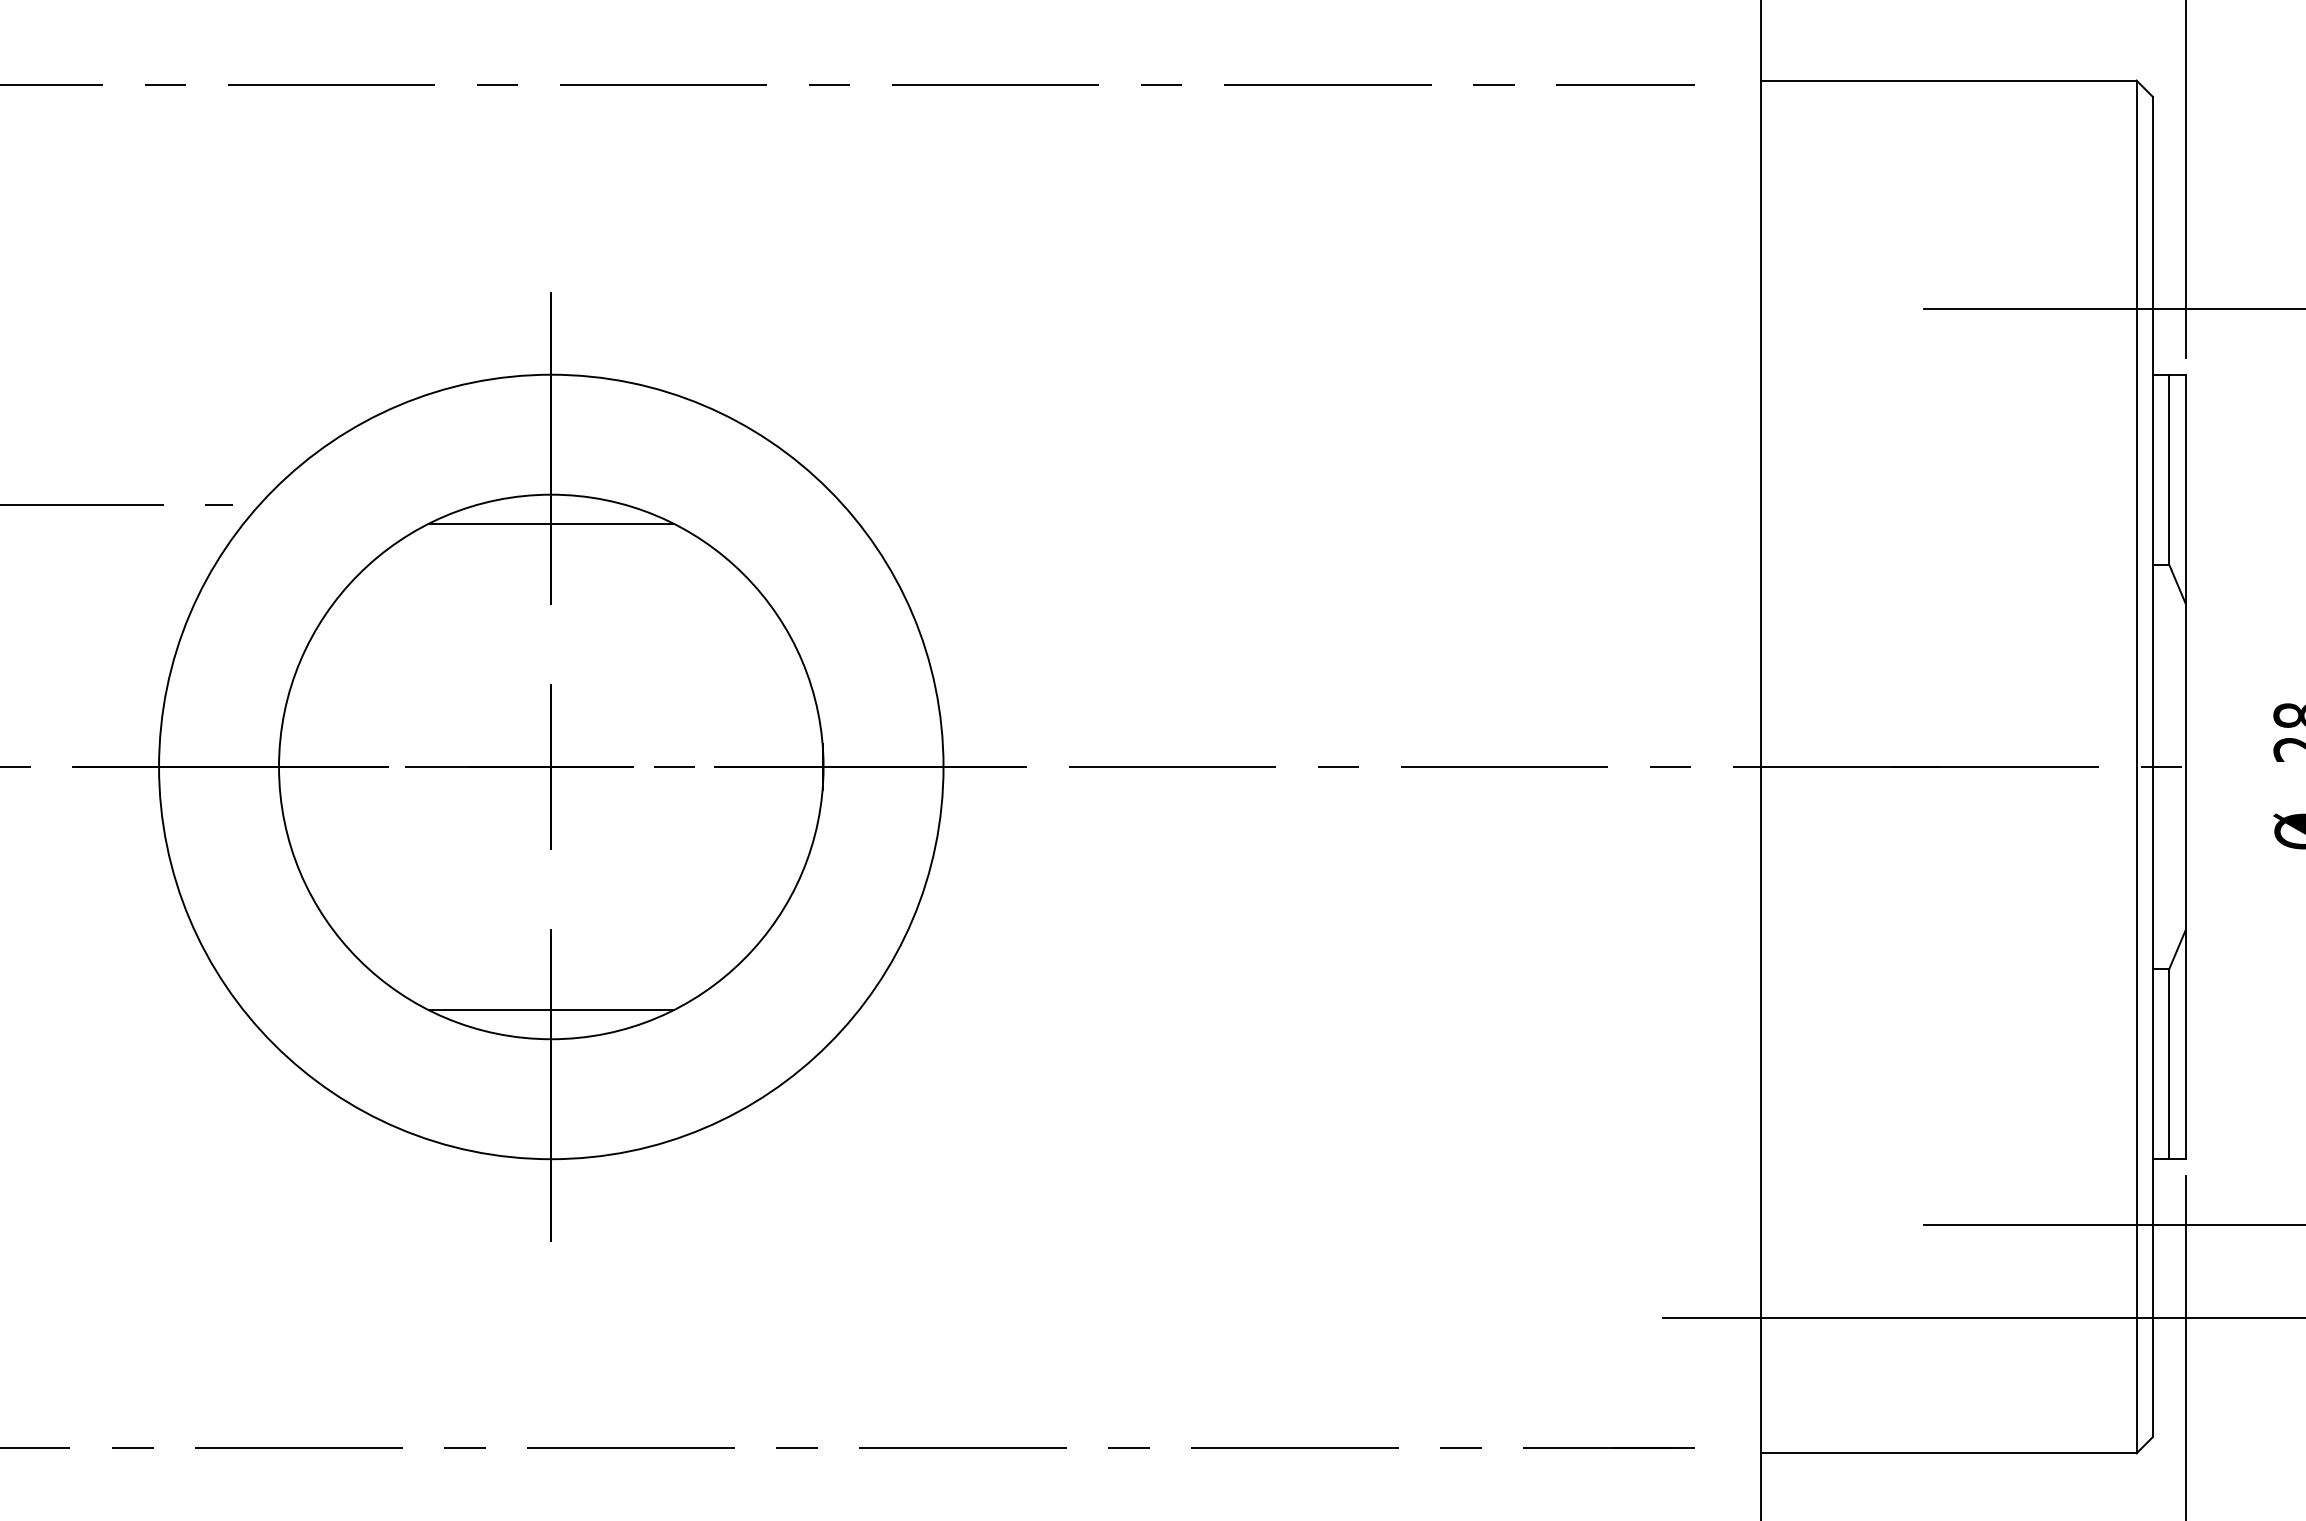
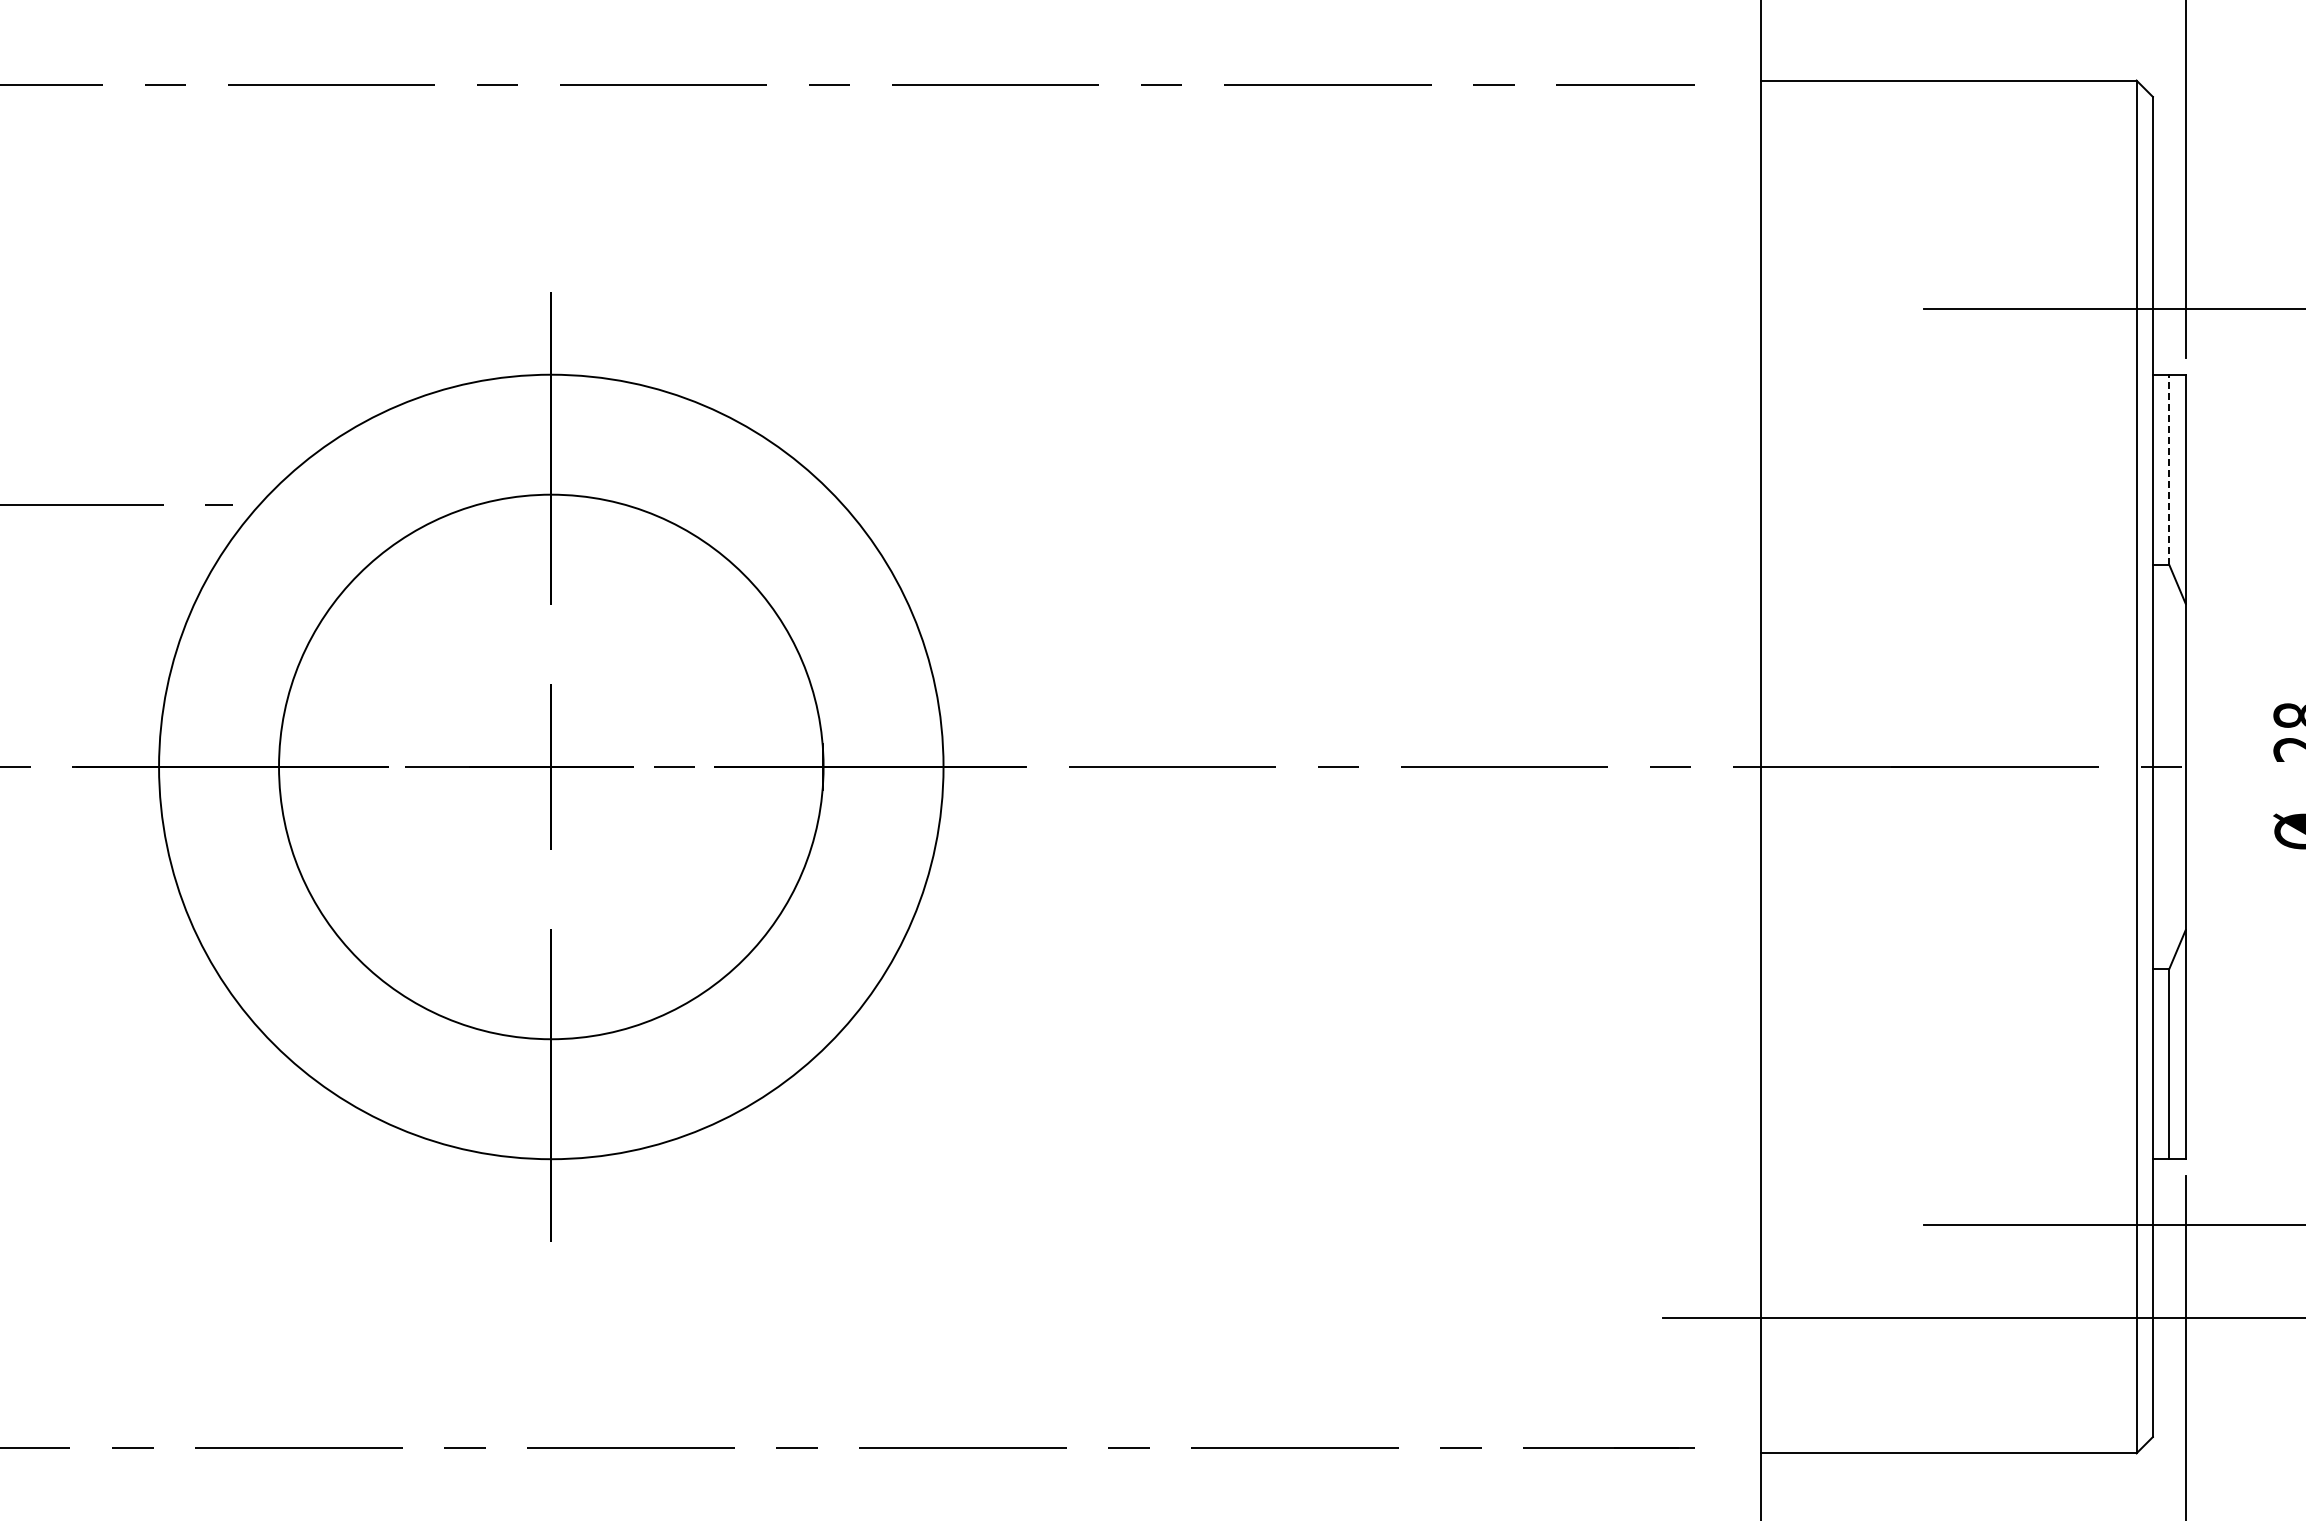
line at (2169, 469): solid -> dashed
line at (551, 523): present -> none
line at (551, 1010): present -> none
